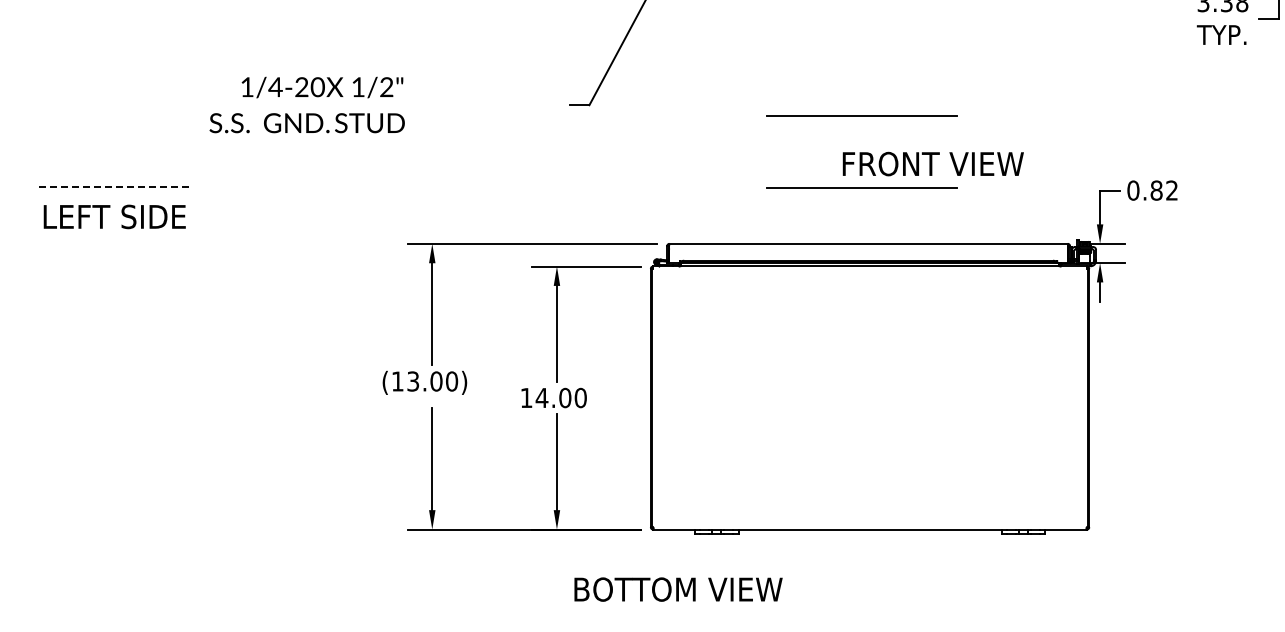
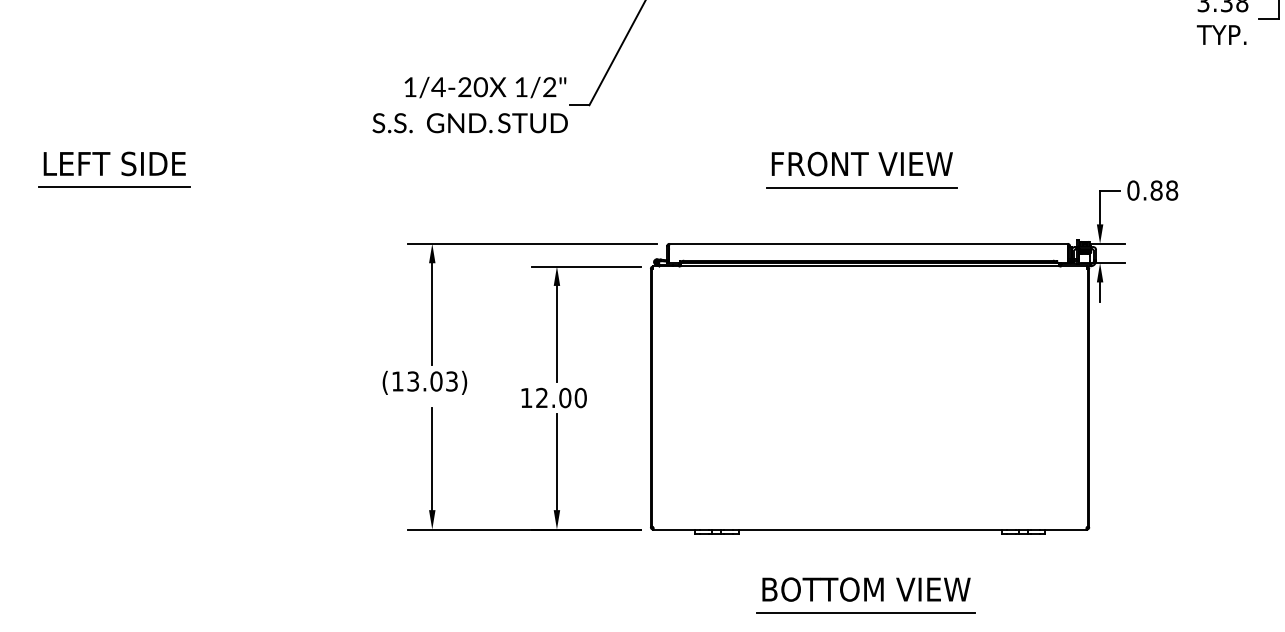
text at (306, 104) position: (306, 104) -> (469, 104)
line at (861, 115): present -> none
text at (932, 163) position: (932, 163) -> (861, 163)
line at (114, 187): dashed -> solid
text at (1172, 190): 0.82 -> 0.88
text at (114, 216) position: (114, 216) -> (114, 163)
text at (452, 381): 13.00 -> 13.03
text at (541, 397): 14.00 -> 12.00
text at (678, 589) position: (678, 589) -> (866, 589)
line at (866, 613): none -> present
